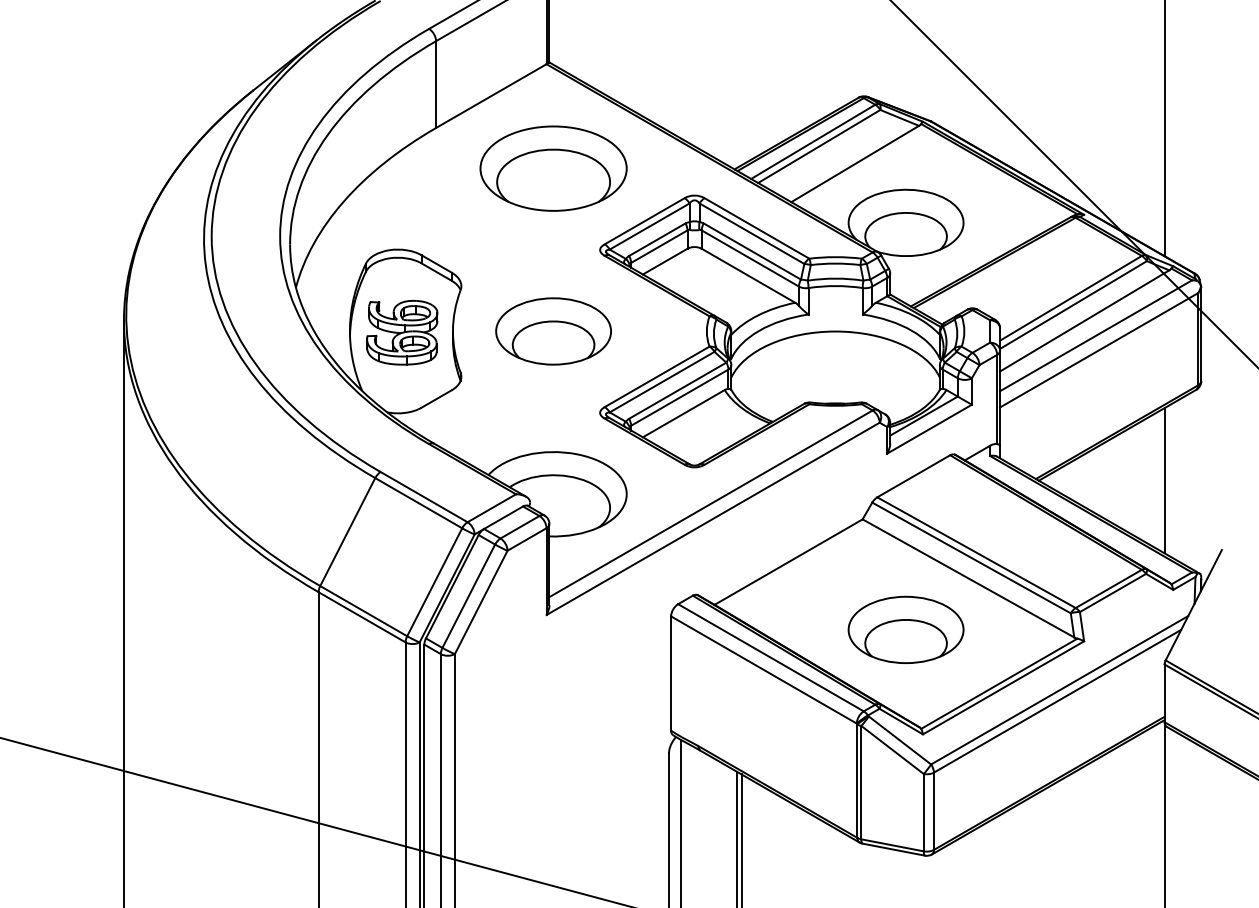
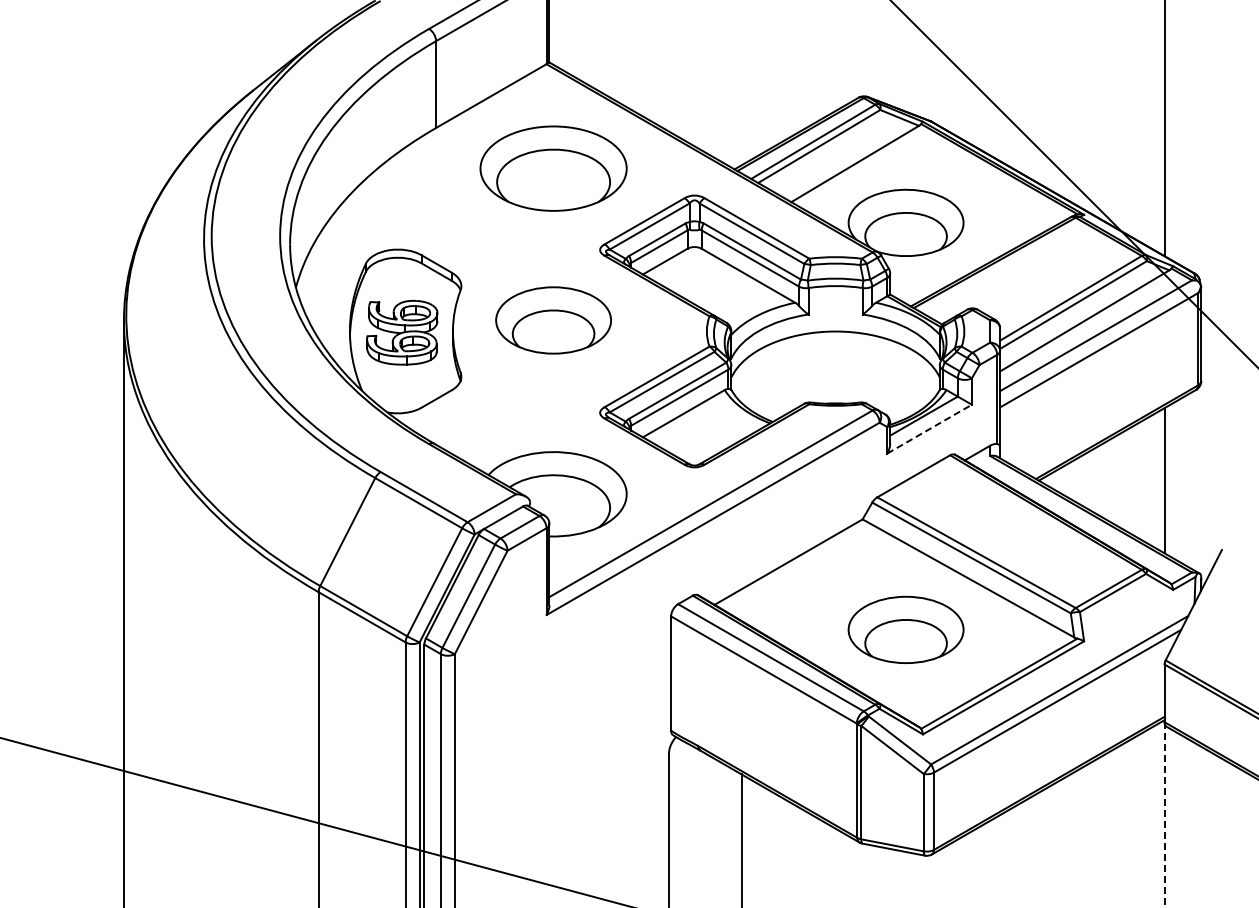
part at (553, 331) position: (553, 331) -> (553, 320)
line at (929, 429): solid -> dashed
line at (1164, 814): solid -> dashed
line at (680, 822): present -> none
line at (736, 837): present -> none
